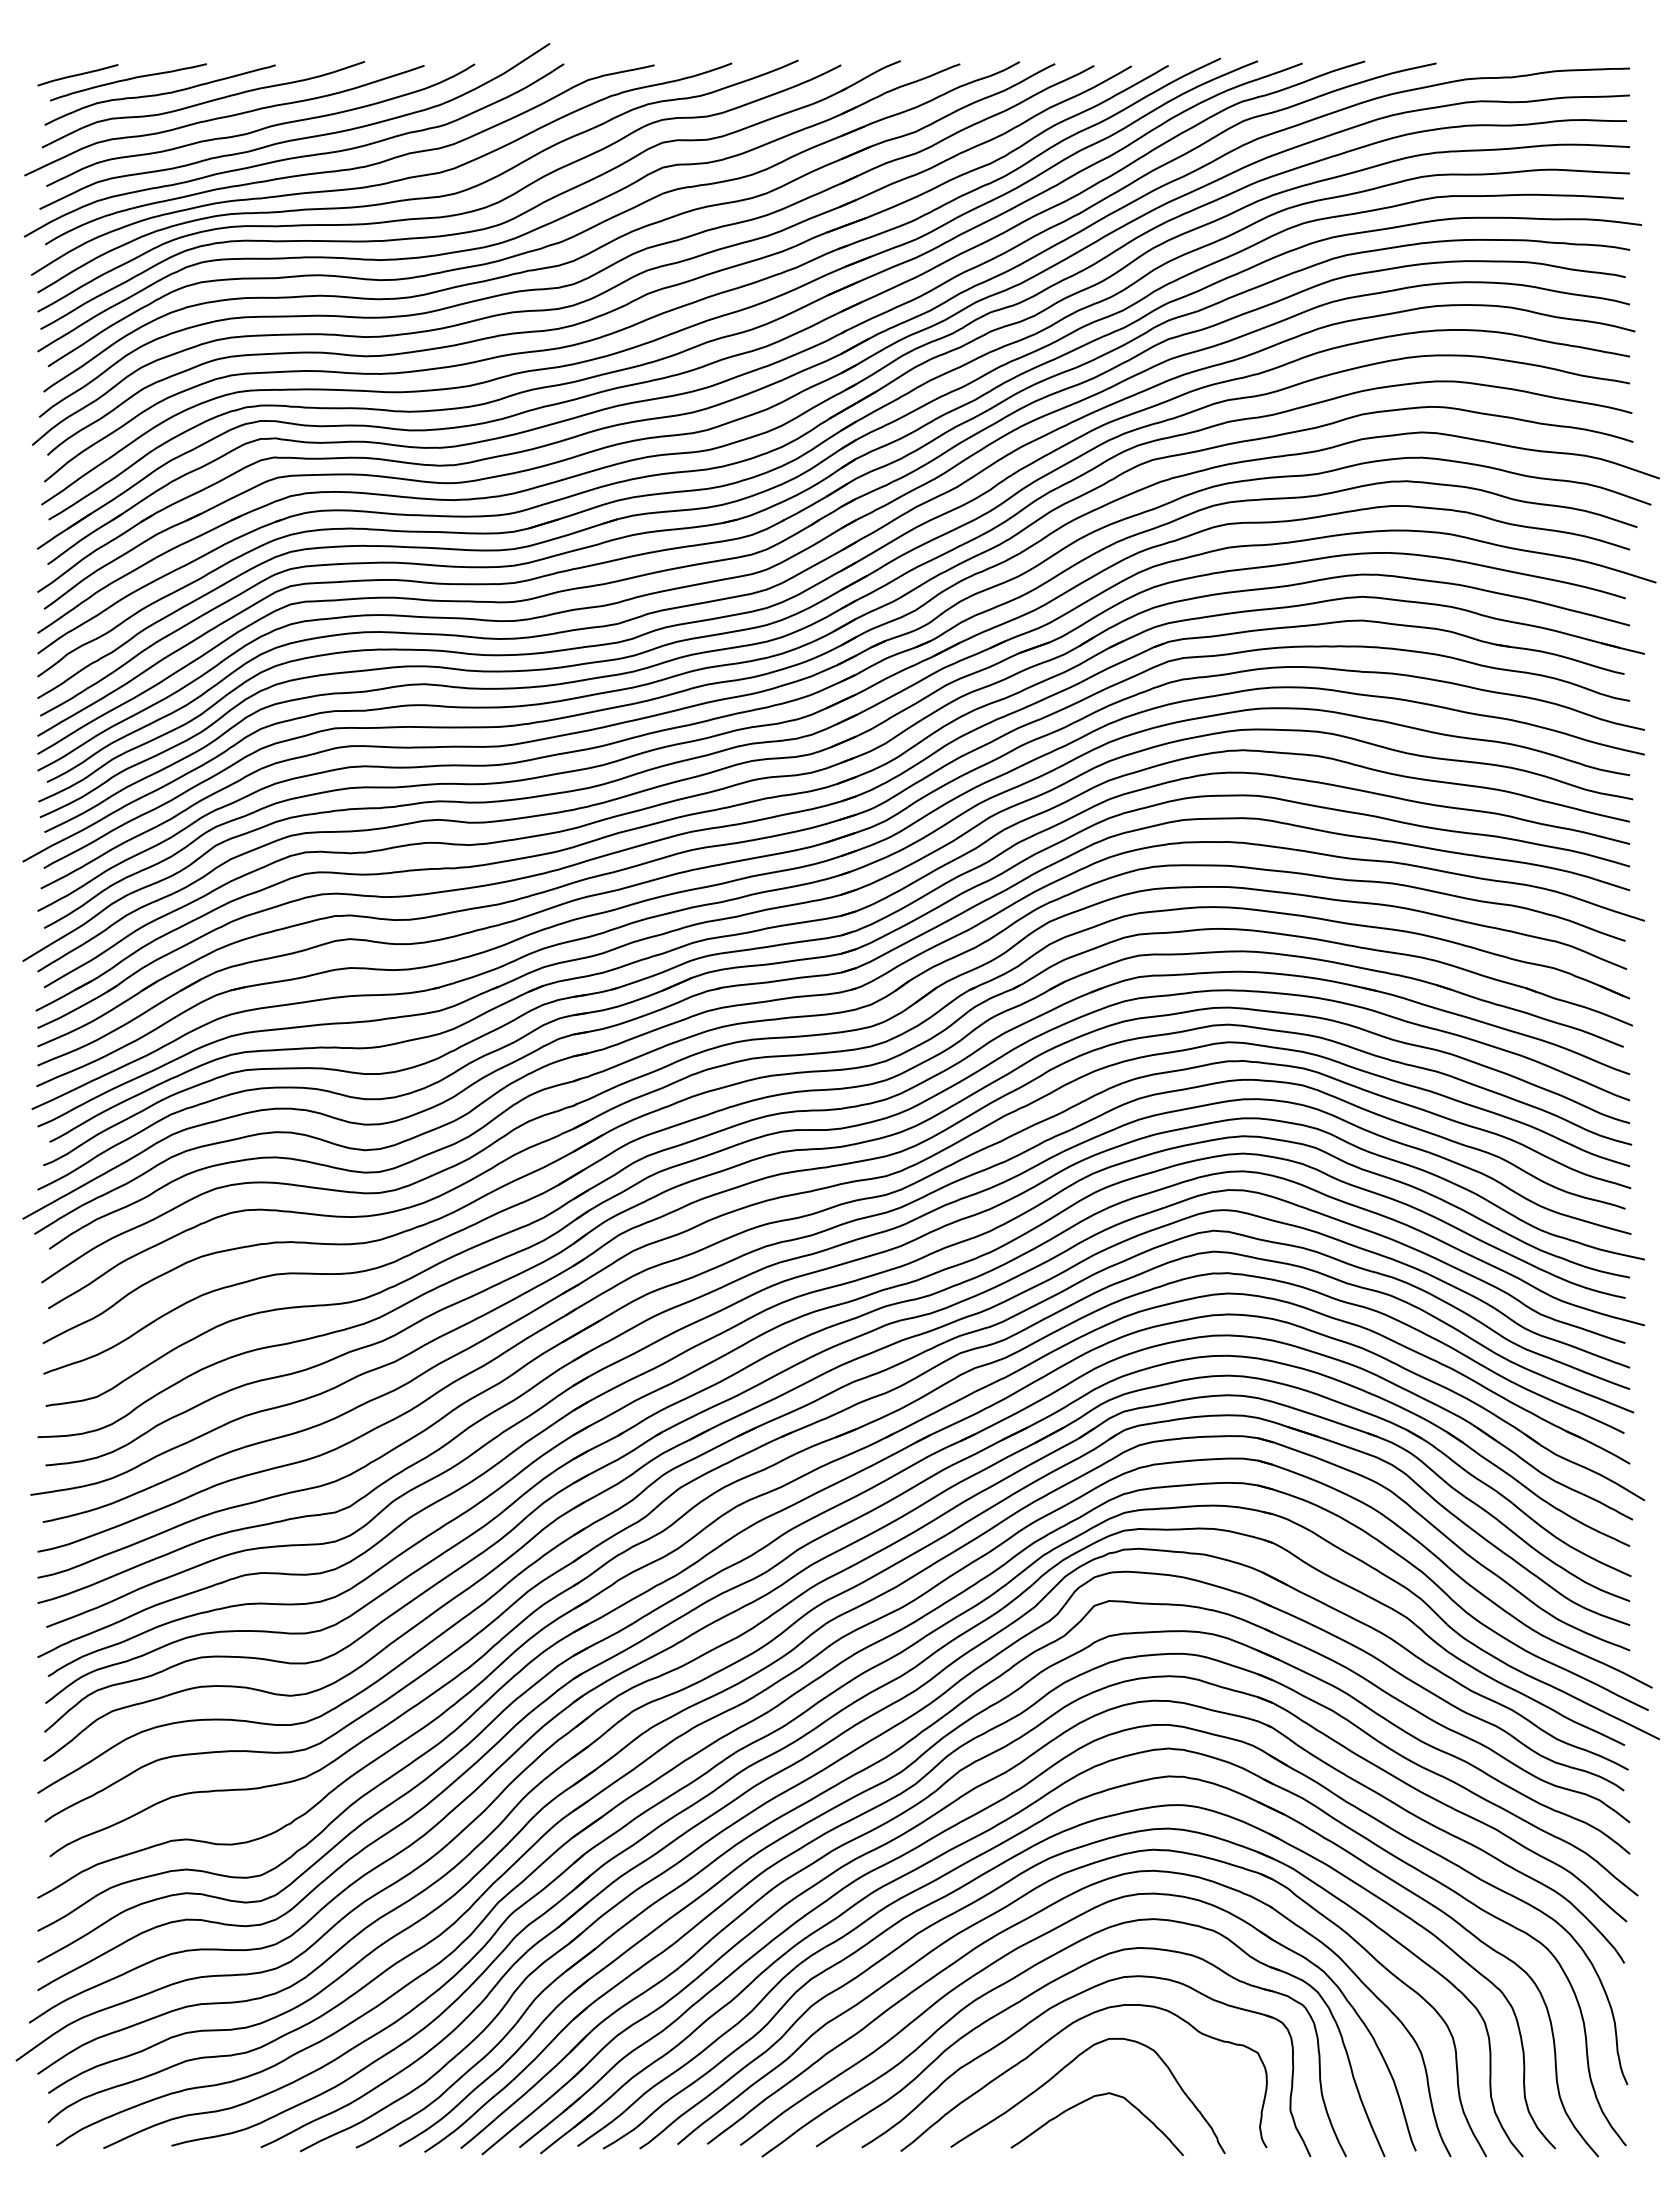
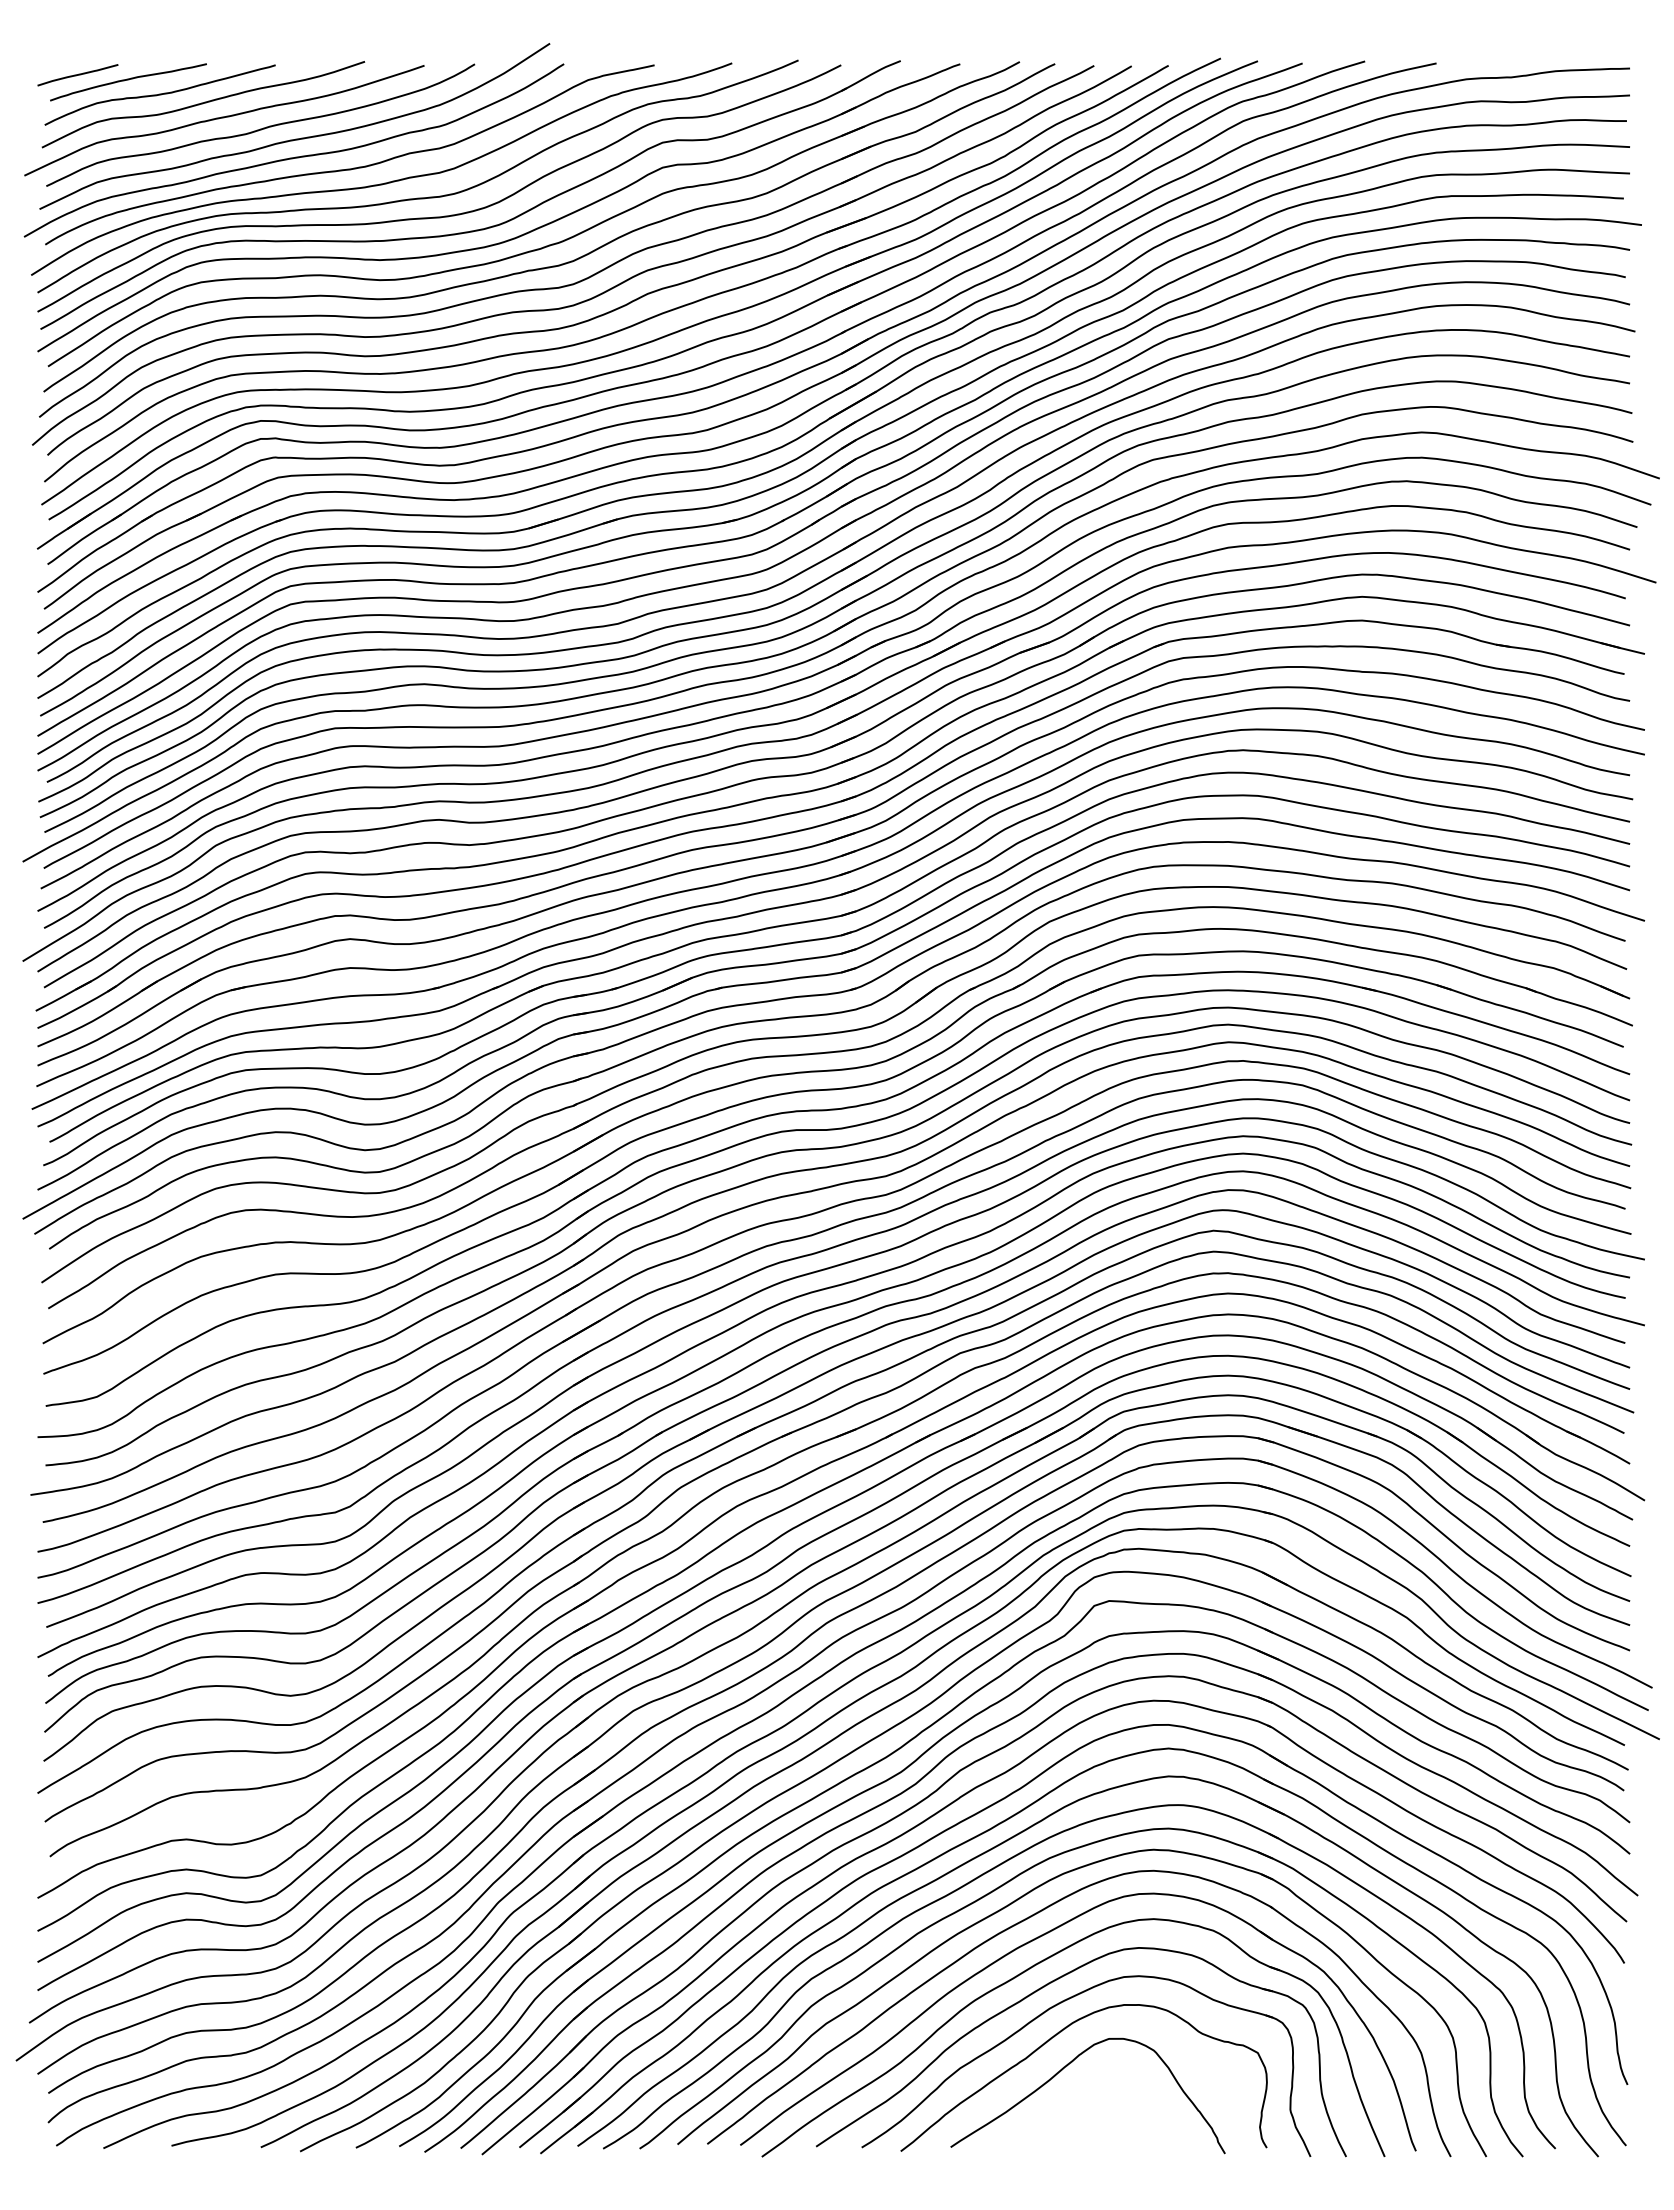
curve at (1084, 2102): present -> none
